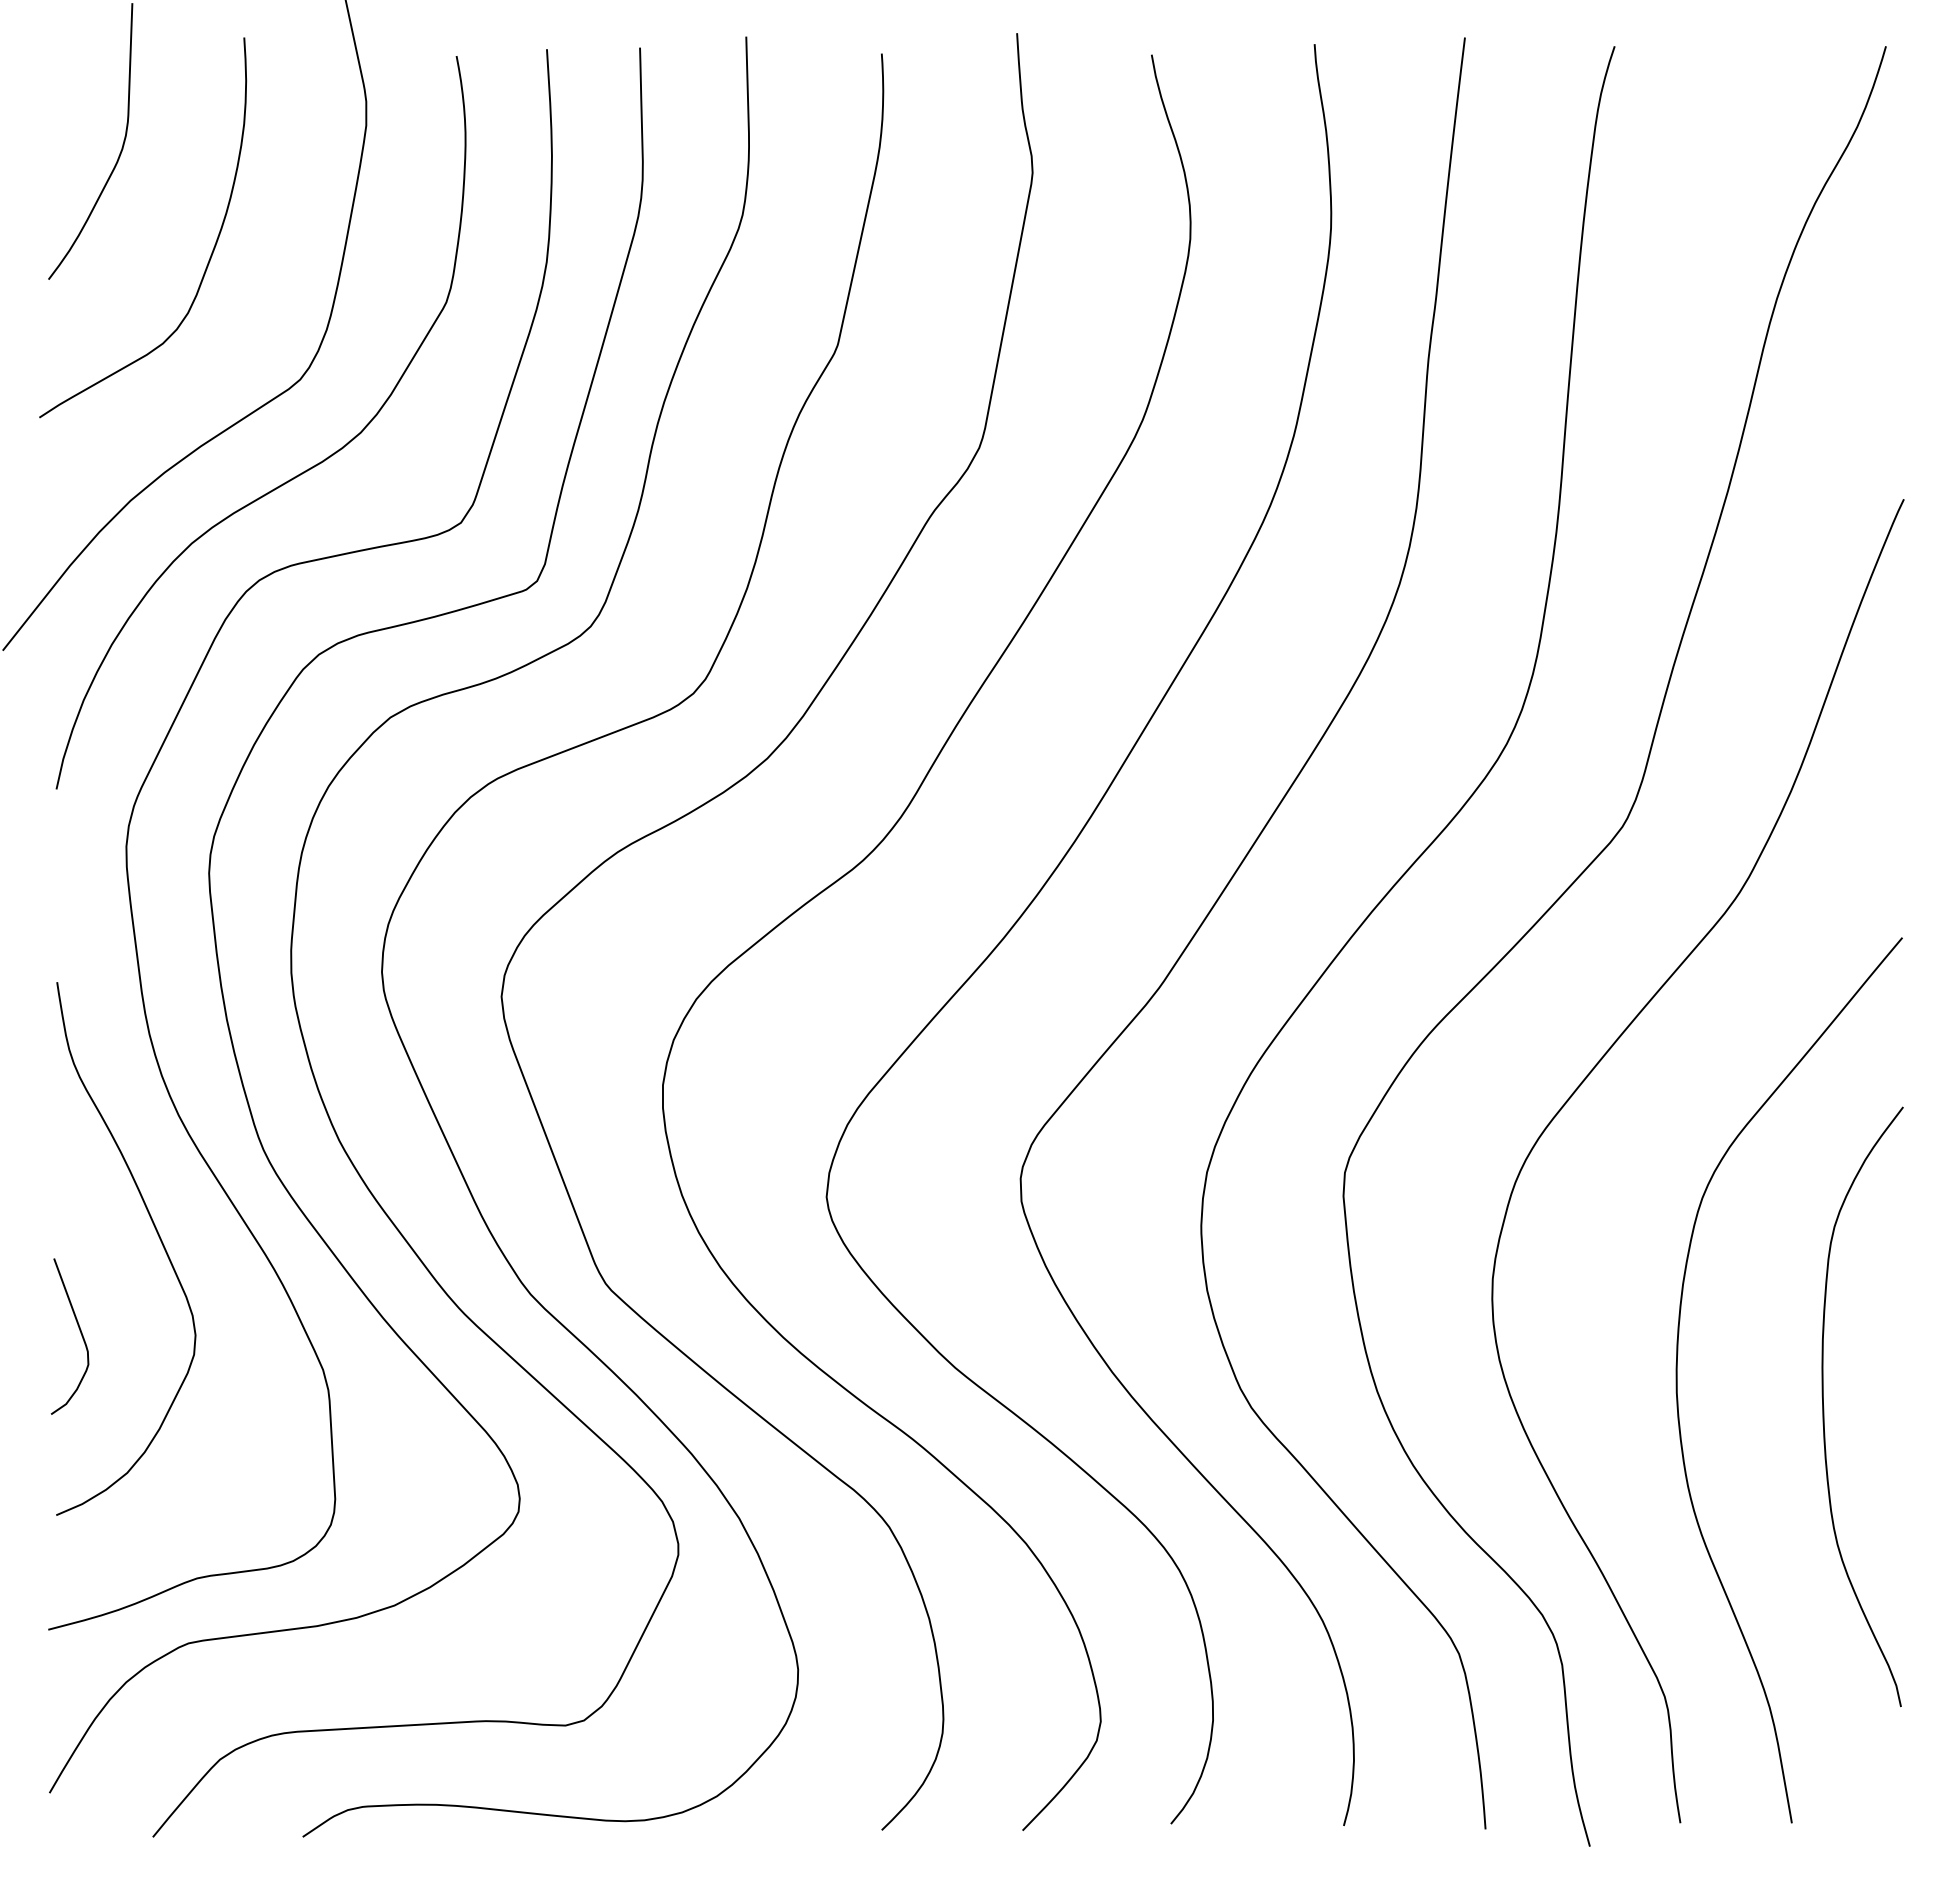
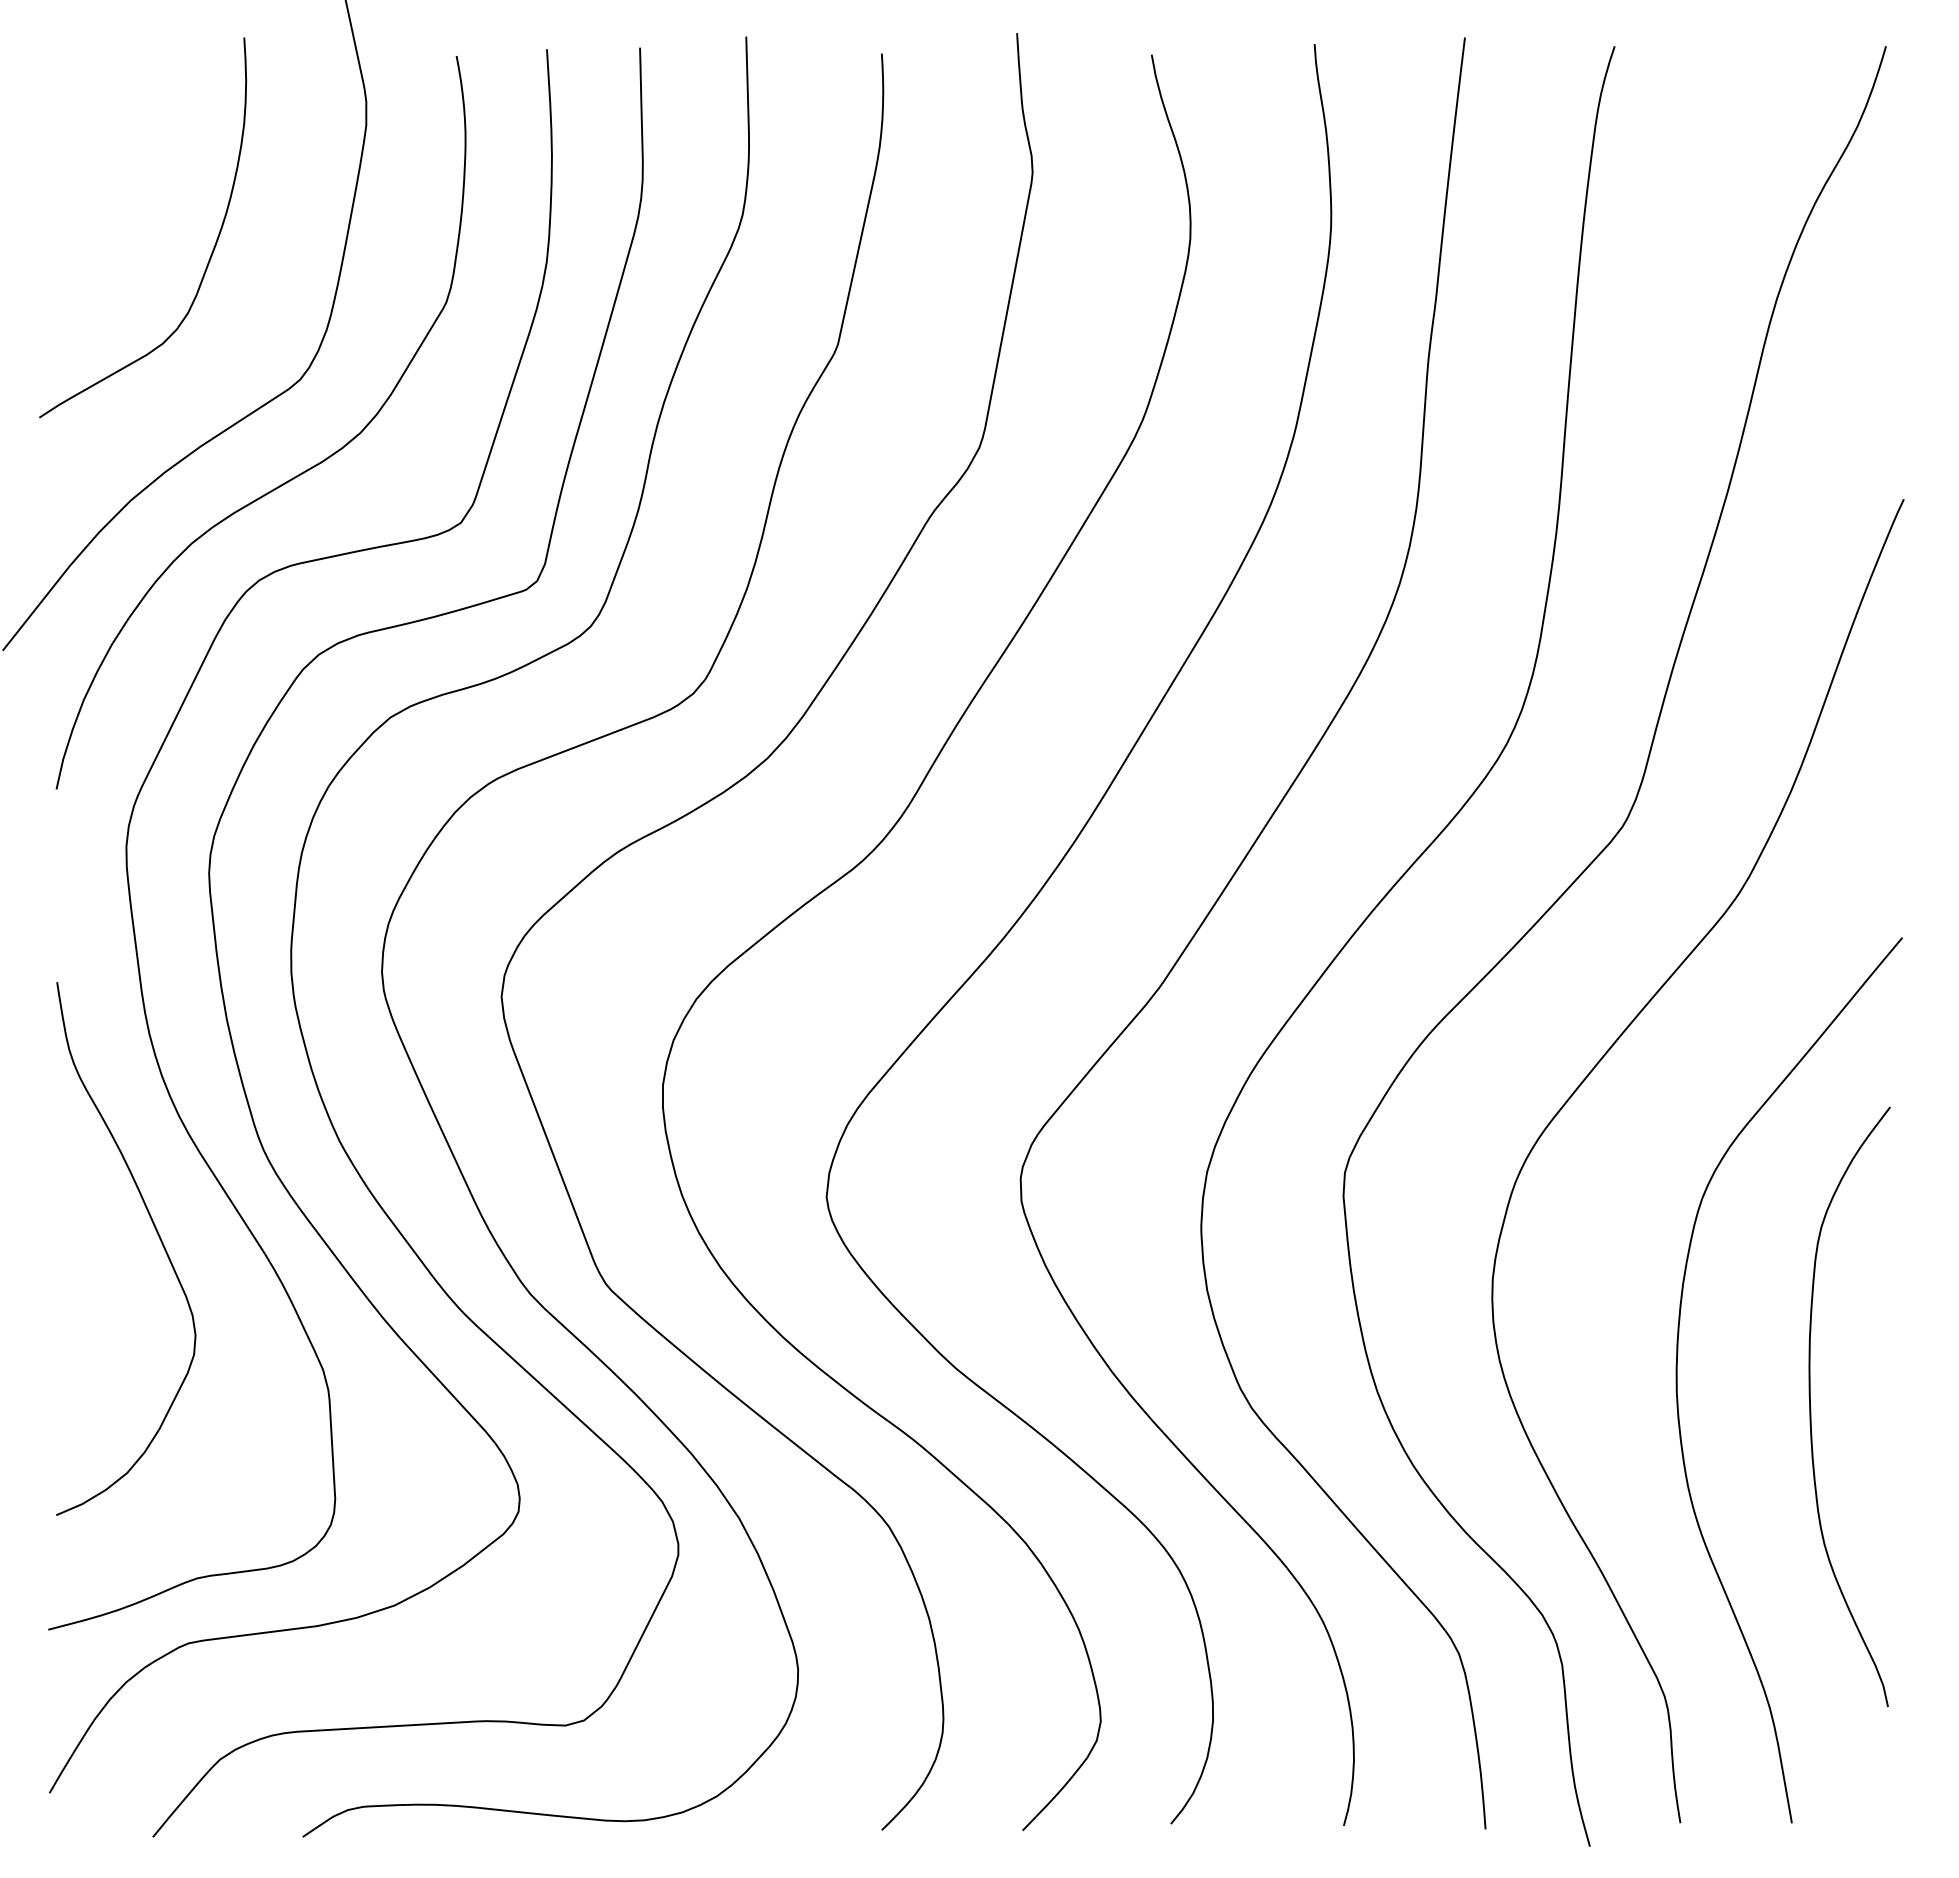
curve at (118, 155): present -> none
curve at (80, 1333): present -> none
curve at (1824, 1407) position: (1824, 1407) -> (1811, 1407)
